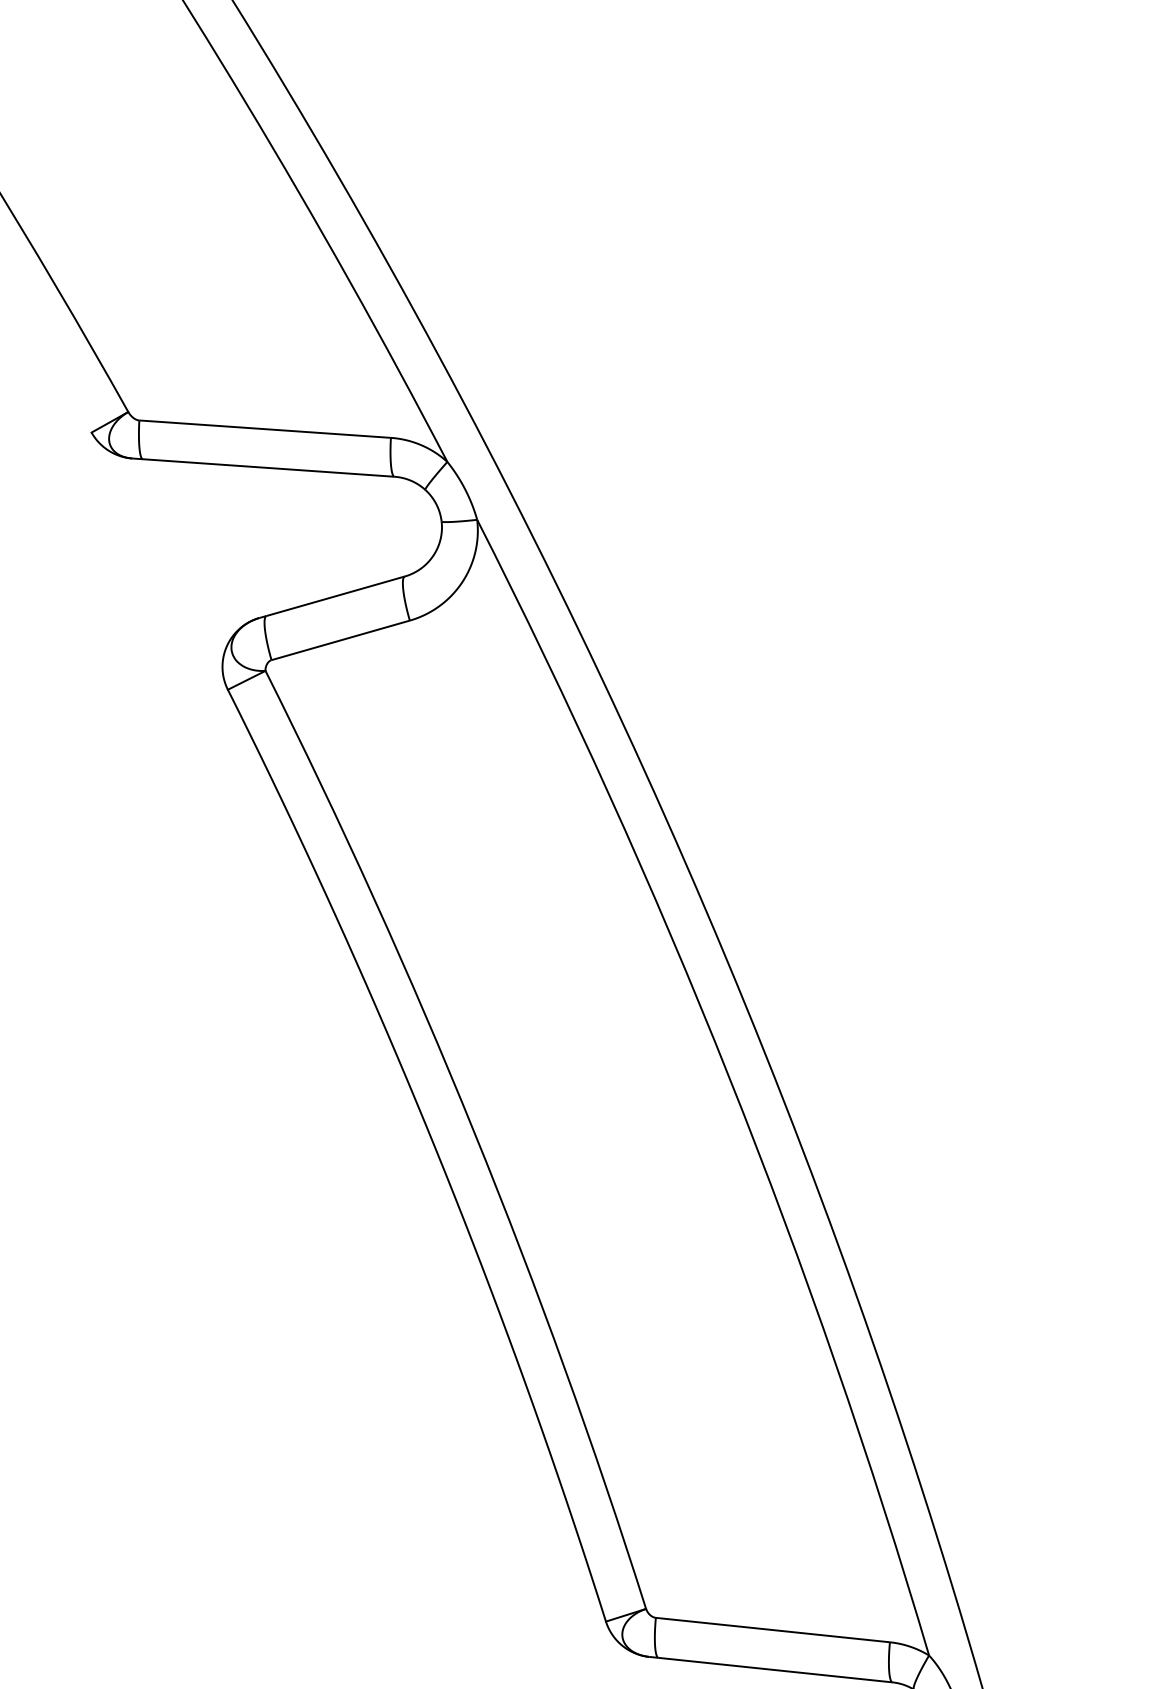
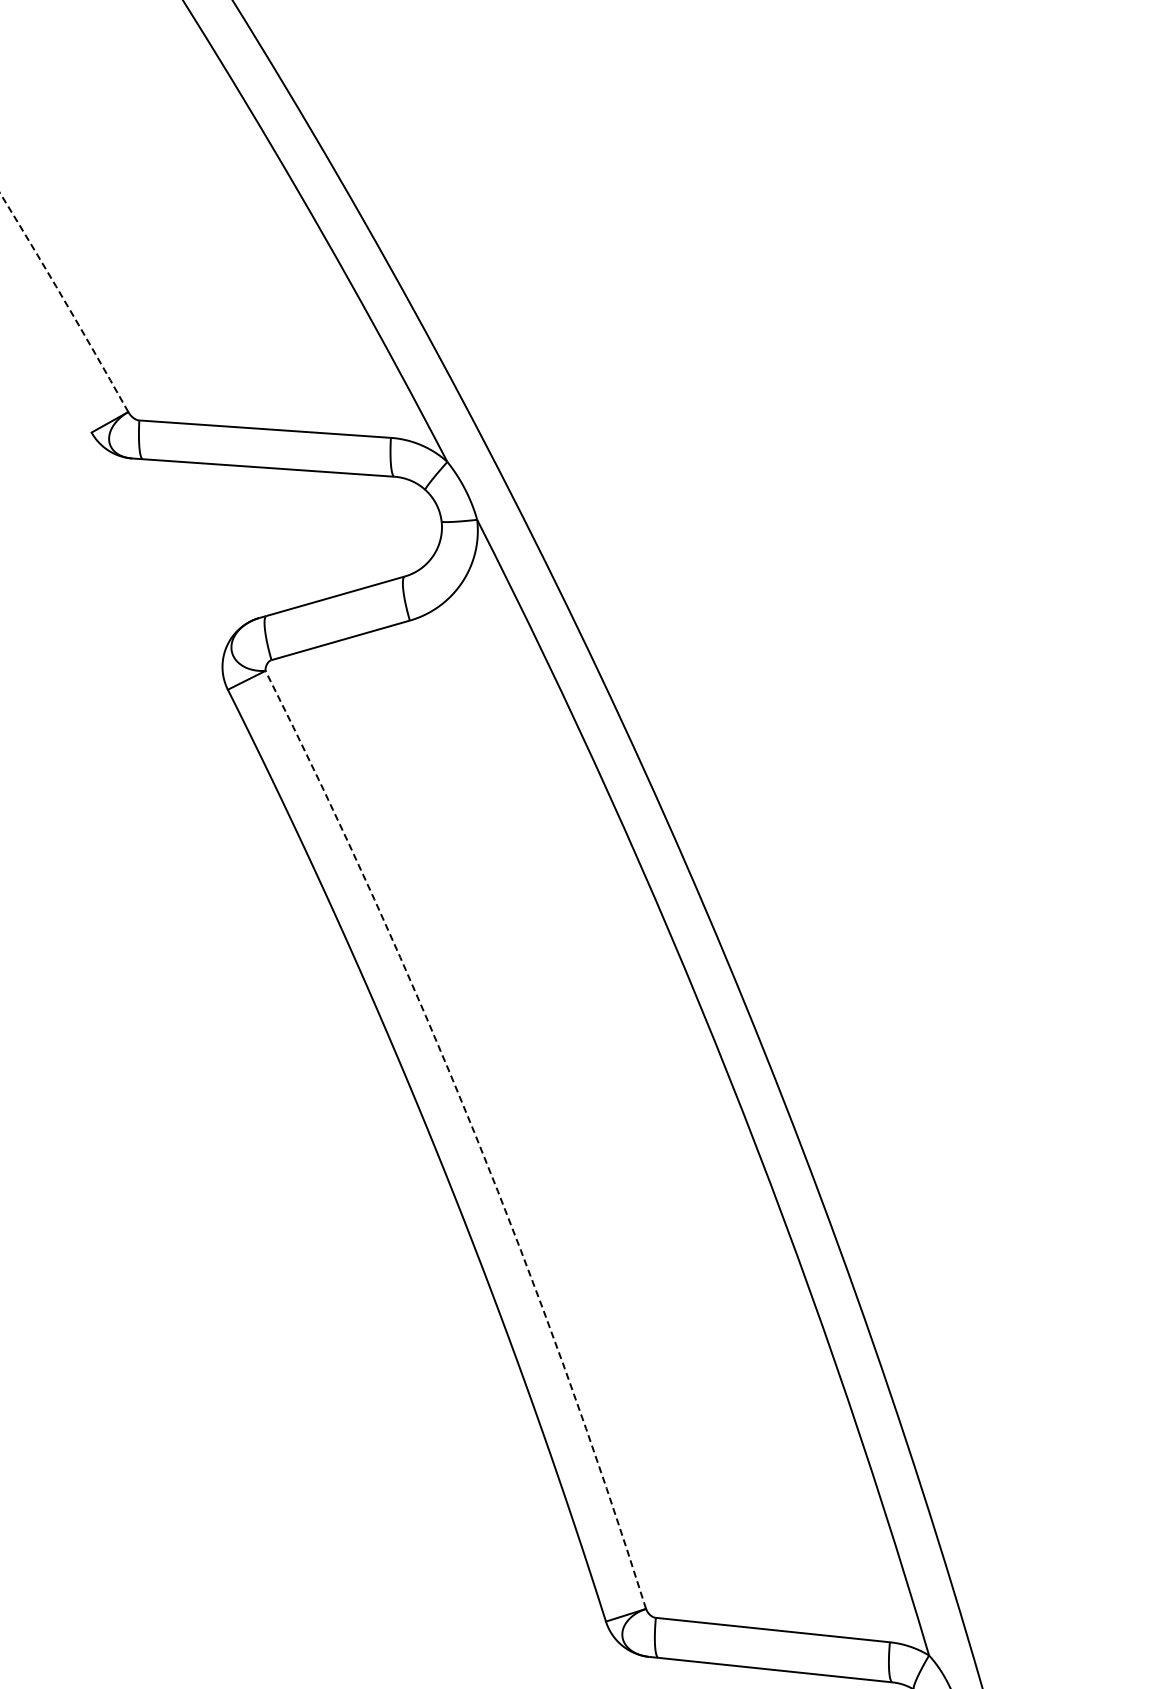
arc at (65, 301): solid -> dashed
arc at (474, 1132): solid -> dashed
